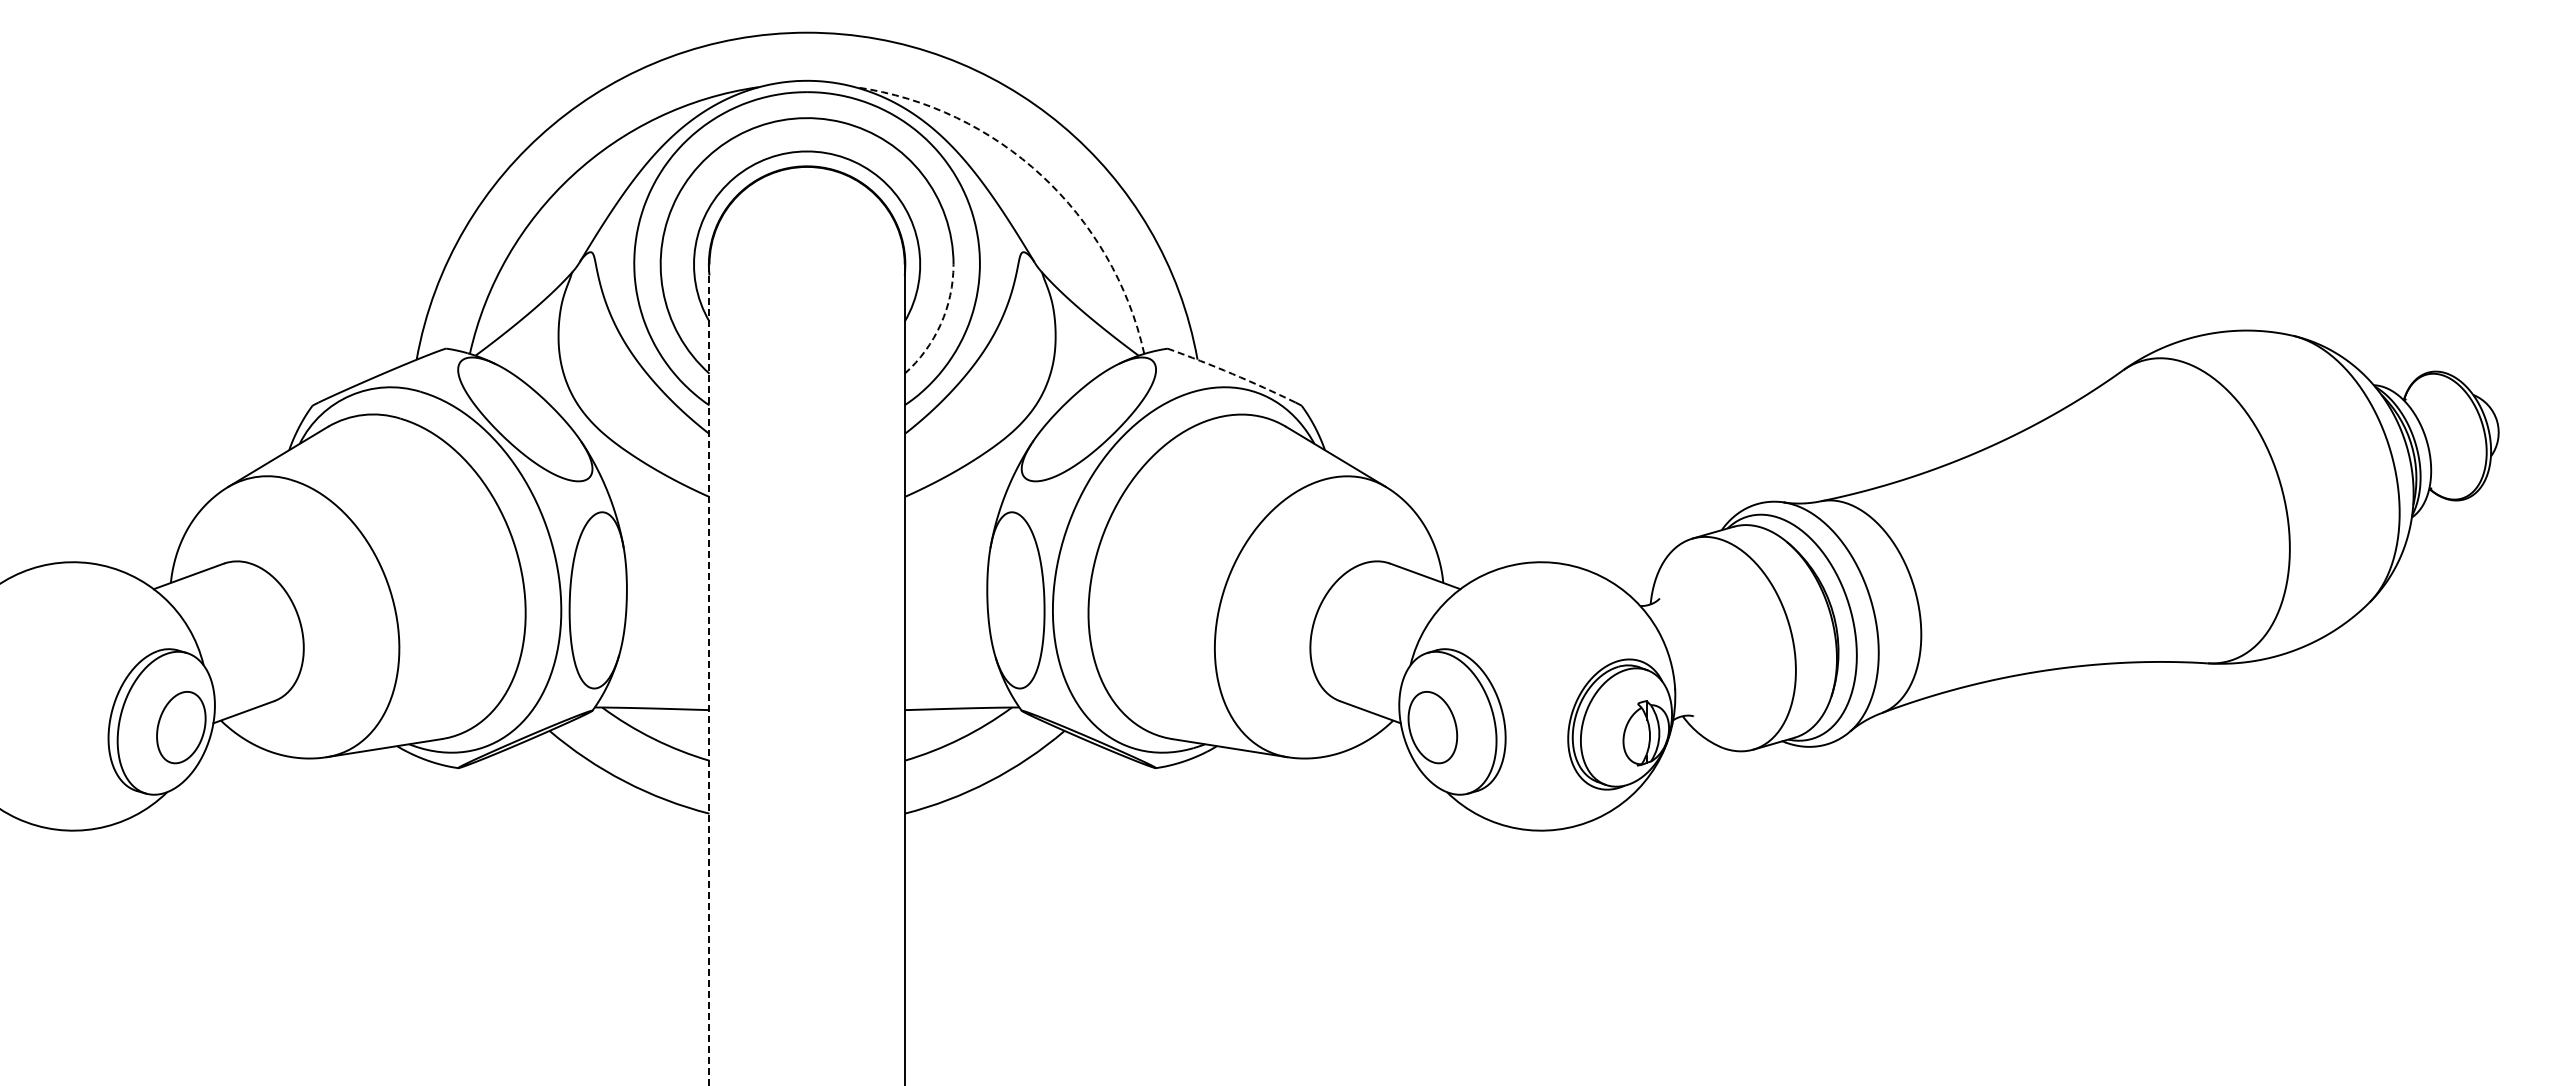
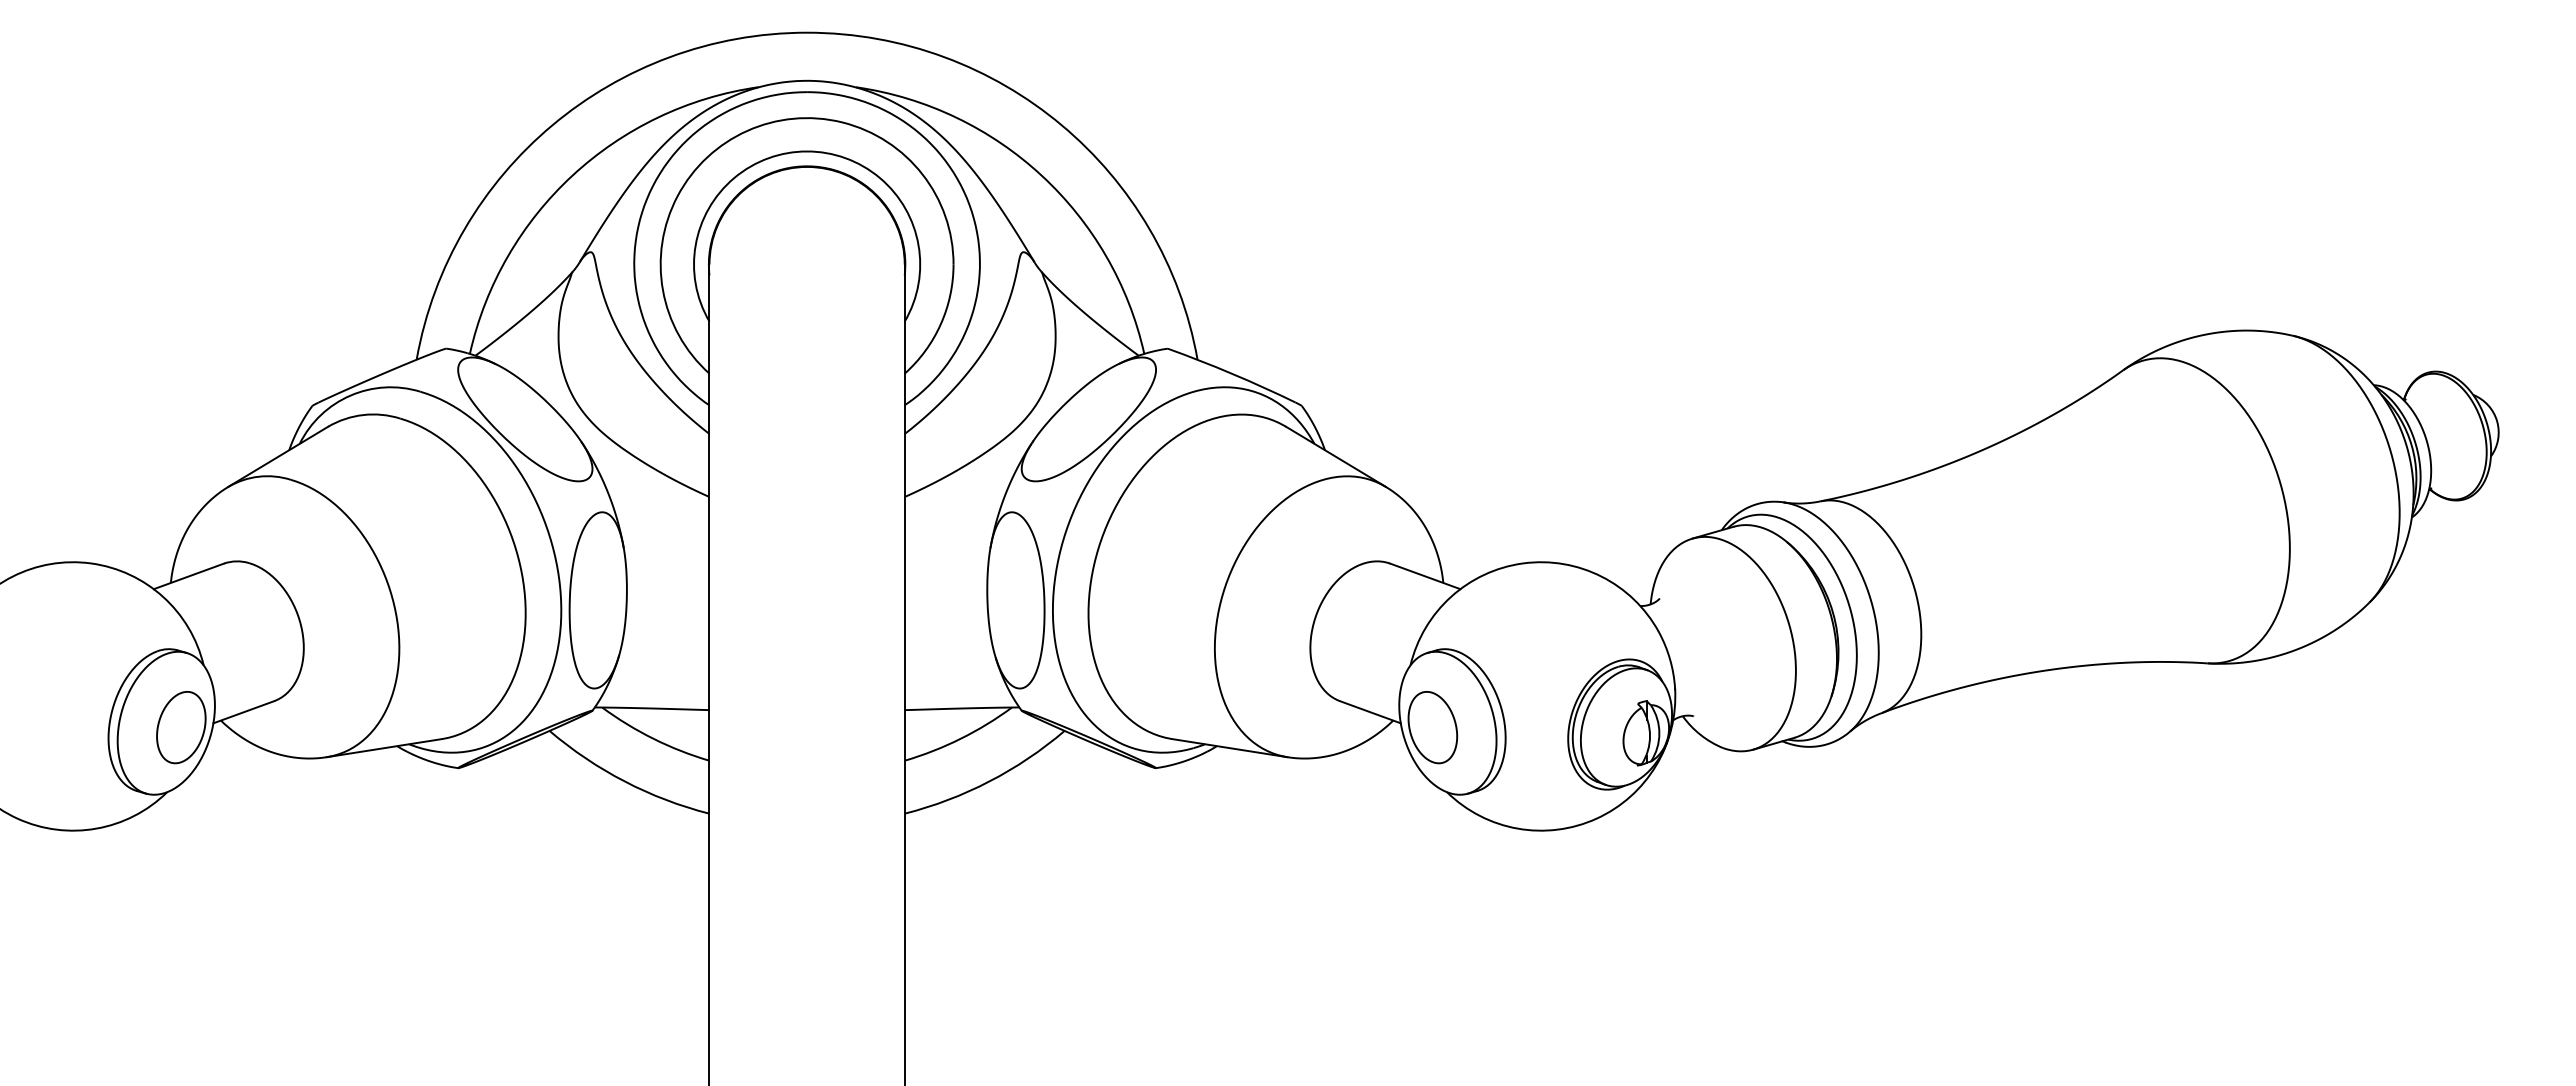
arc at (1041, 175): dashed -> solid
arc at (940, 324): dashed -> solid
arc at (1232, 373): dashed -> solid
line at (709, 675): dashed -> solid
